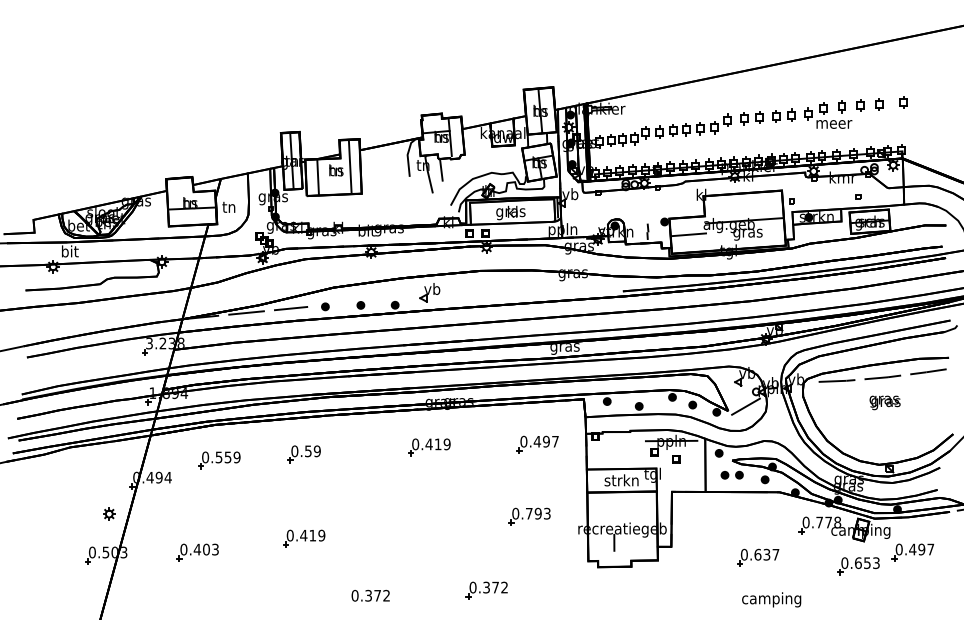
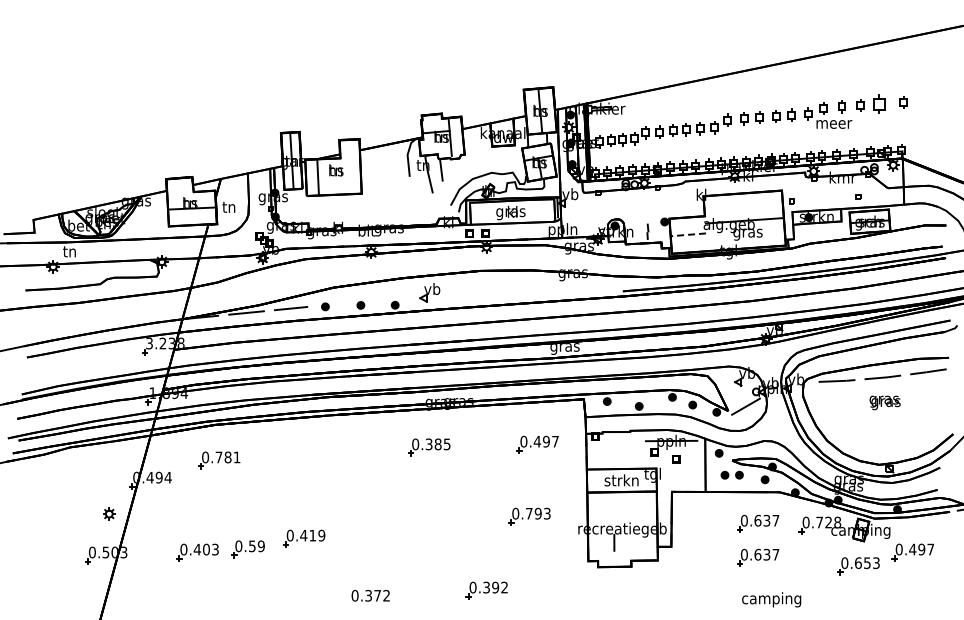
part at (879, 104) size: 9x13 px -> 13x20 px
line at (349, 166): present -> none
line at (688, 234): solid -> dashed
text at (70, 251): bit -> tn
text at (437, 444): 0.419 -> 0.385
part at (303, 454) position: (303, 454) -> (247, 549)
text at (227, 457): 0.559 -> 0.781
text at (828, 522): 0.778 -> 0.728
part at (758, 523): none -> present
text at (495, 587): 0.372 -> 0.392
